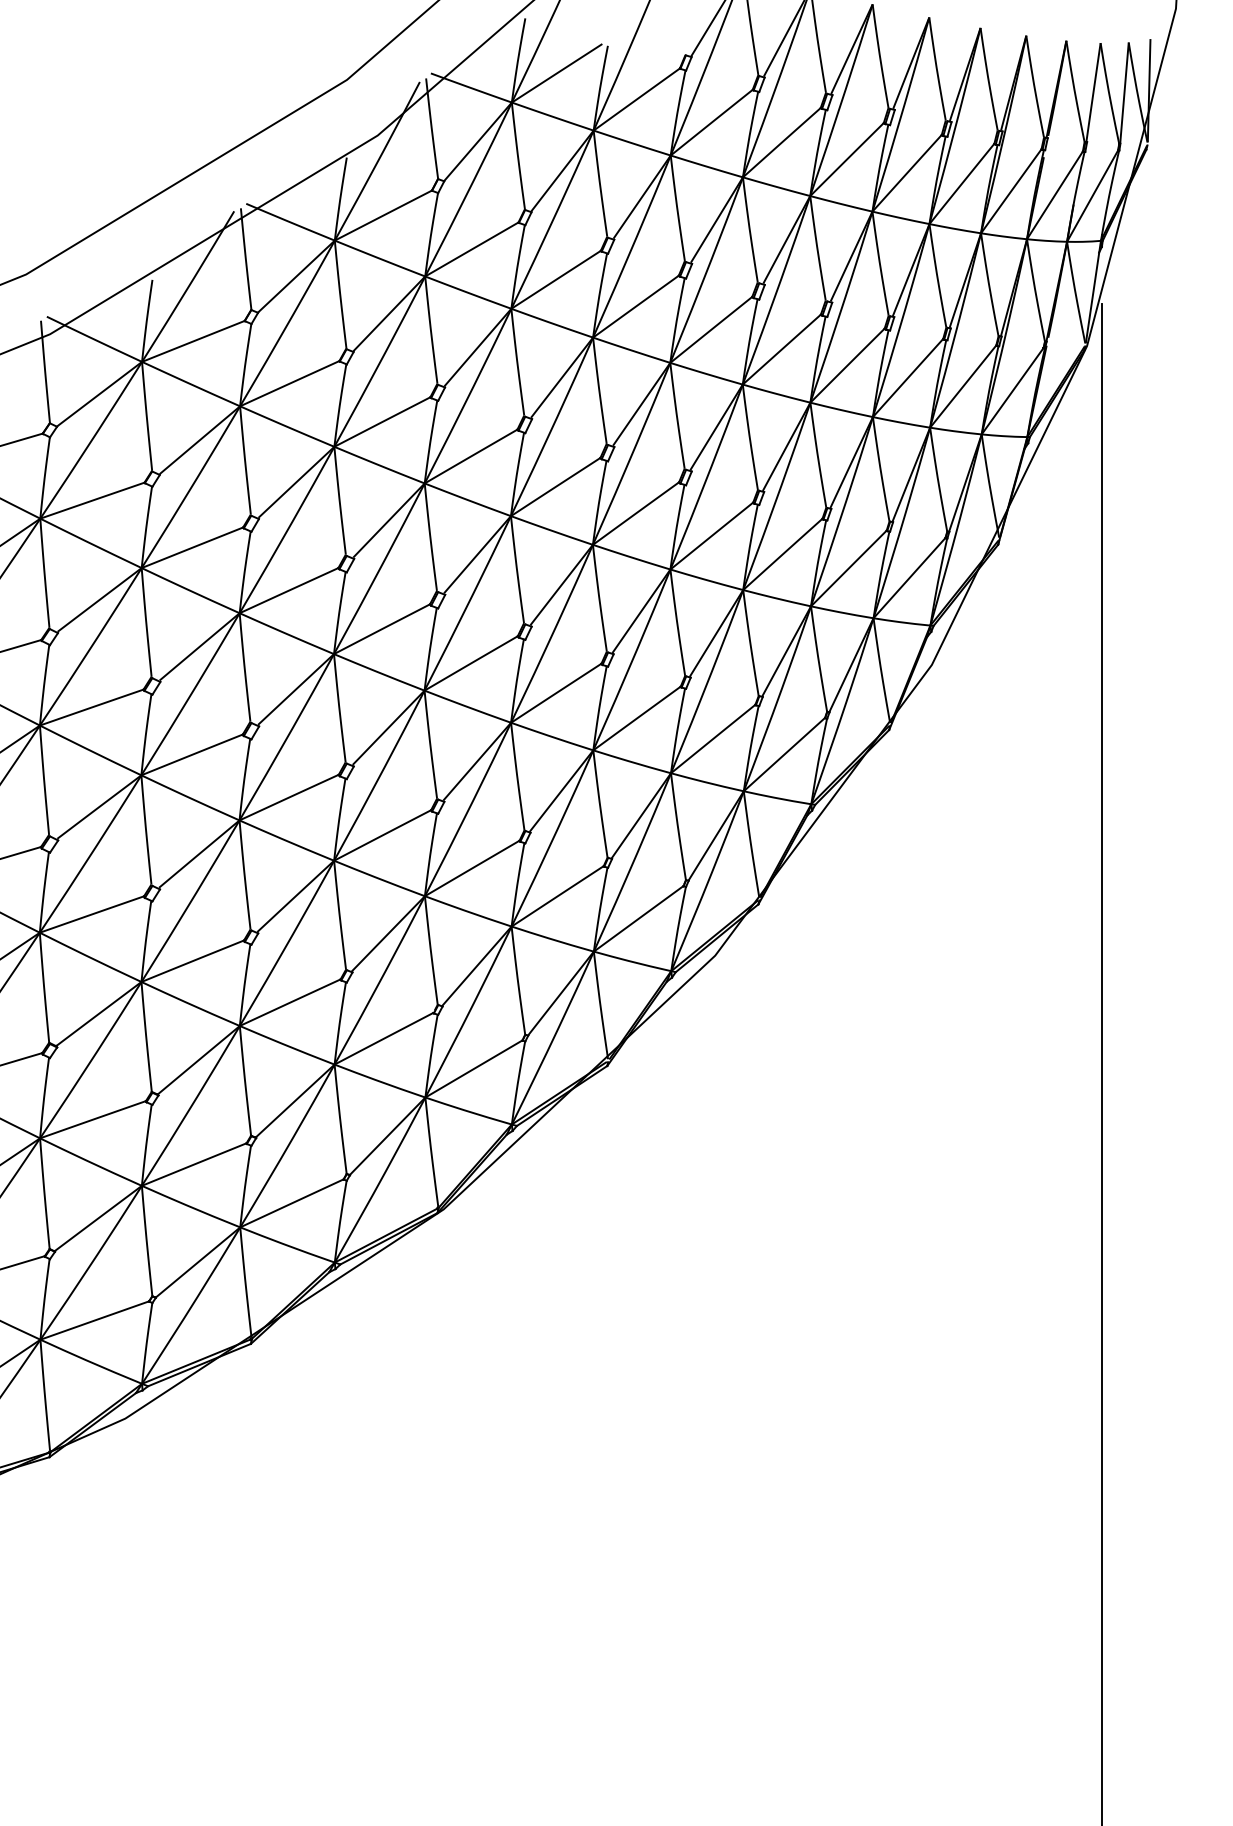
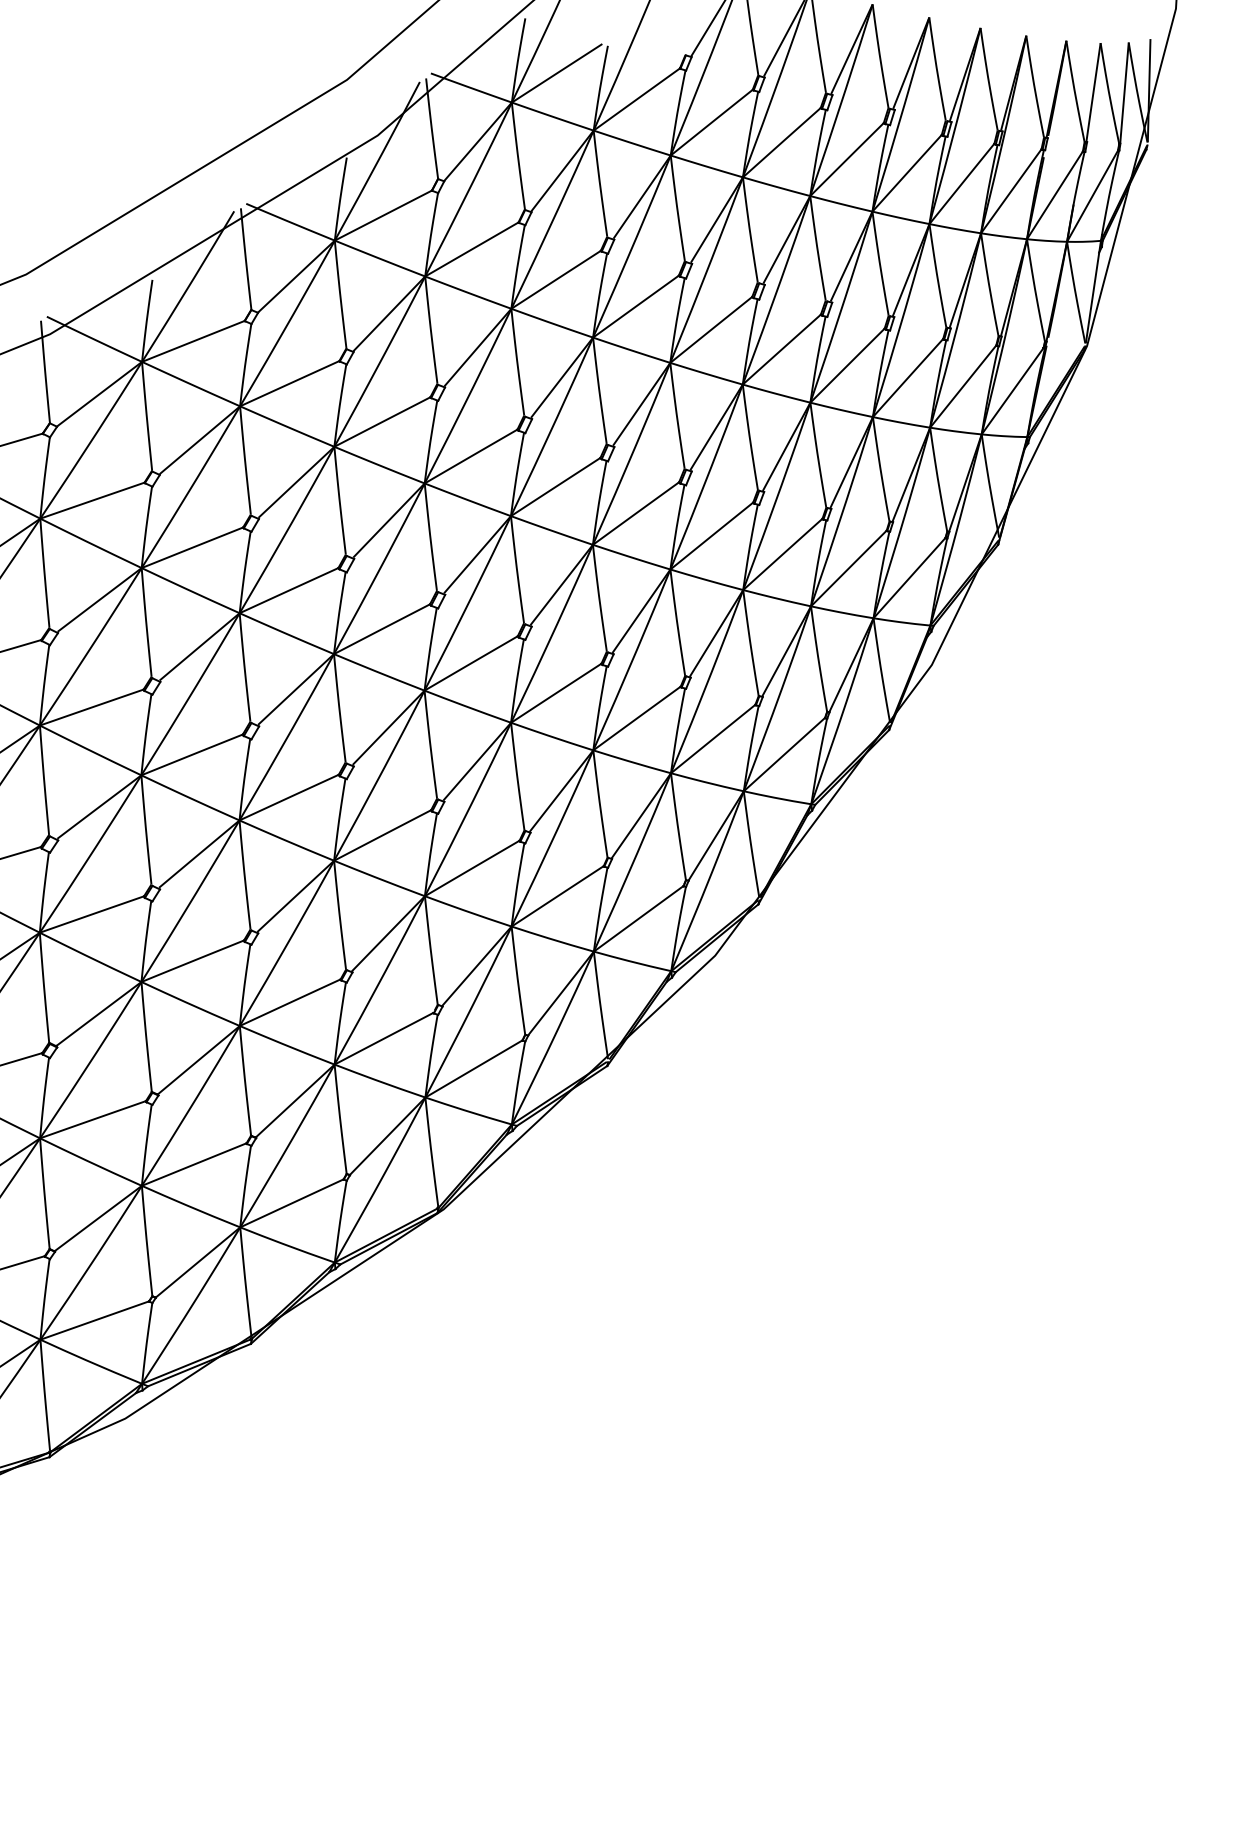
line at (1101, 1063): present -> none
